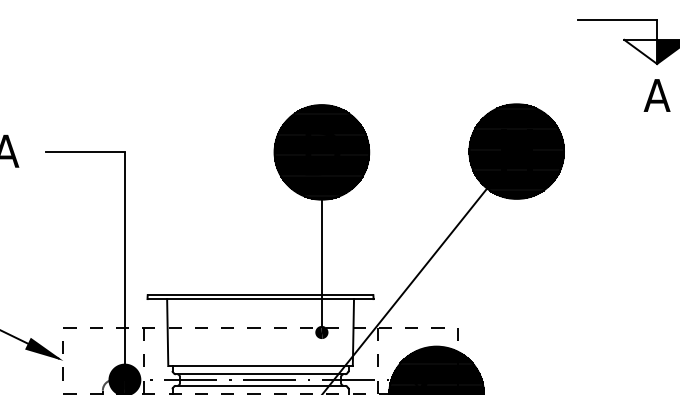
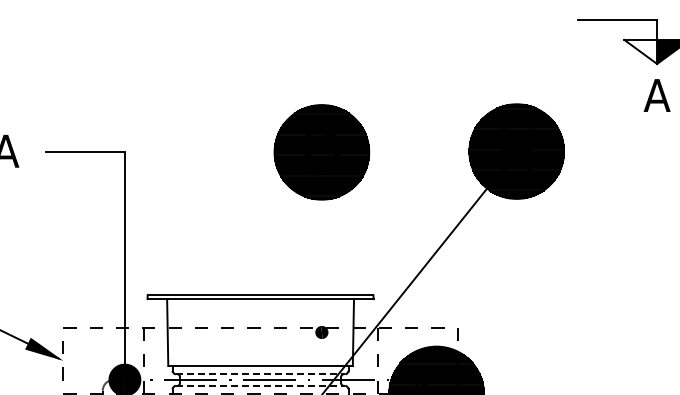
line at (321, 263): present -> none
line at (260, 374): solid -> dashed
line at (260, 385): solid -> dashed
